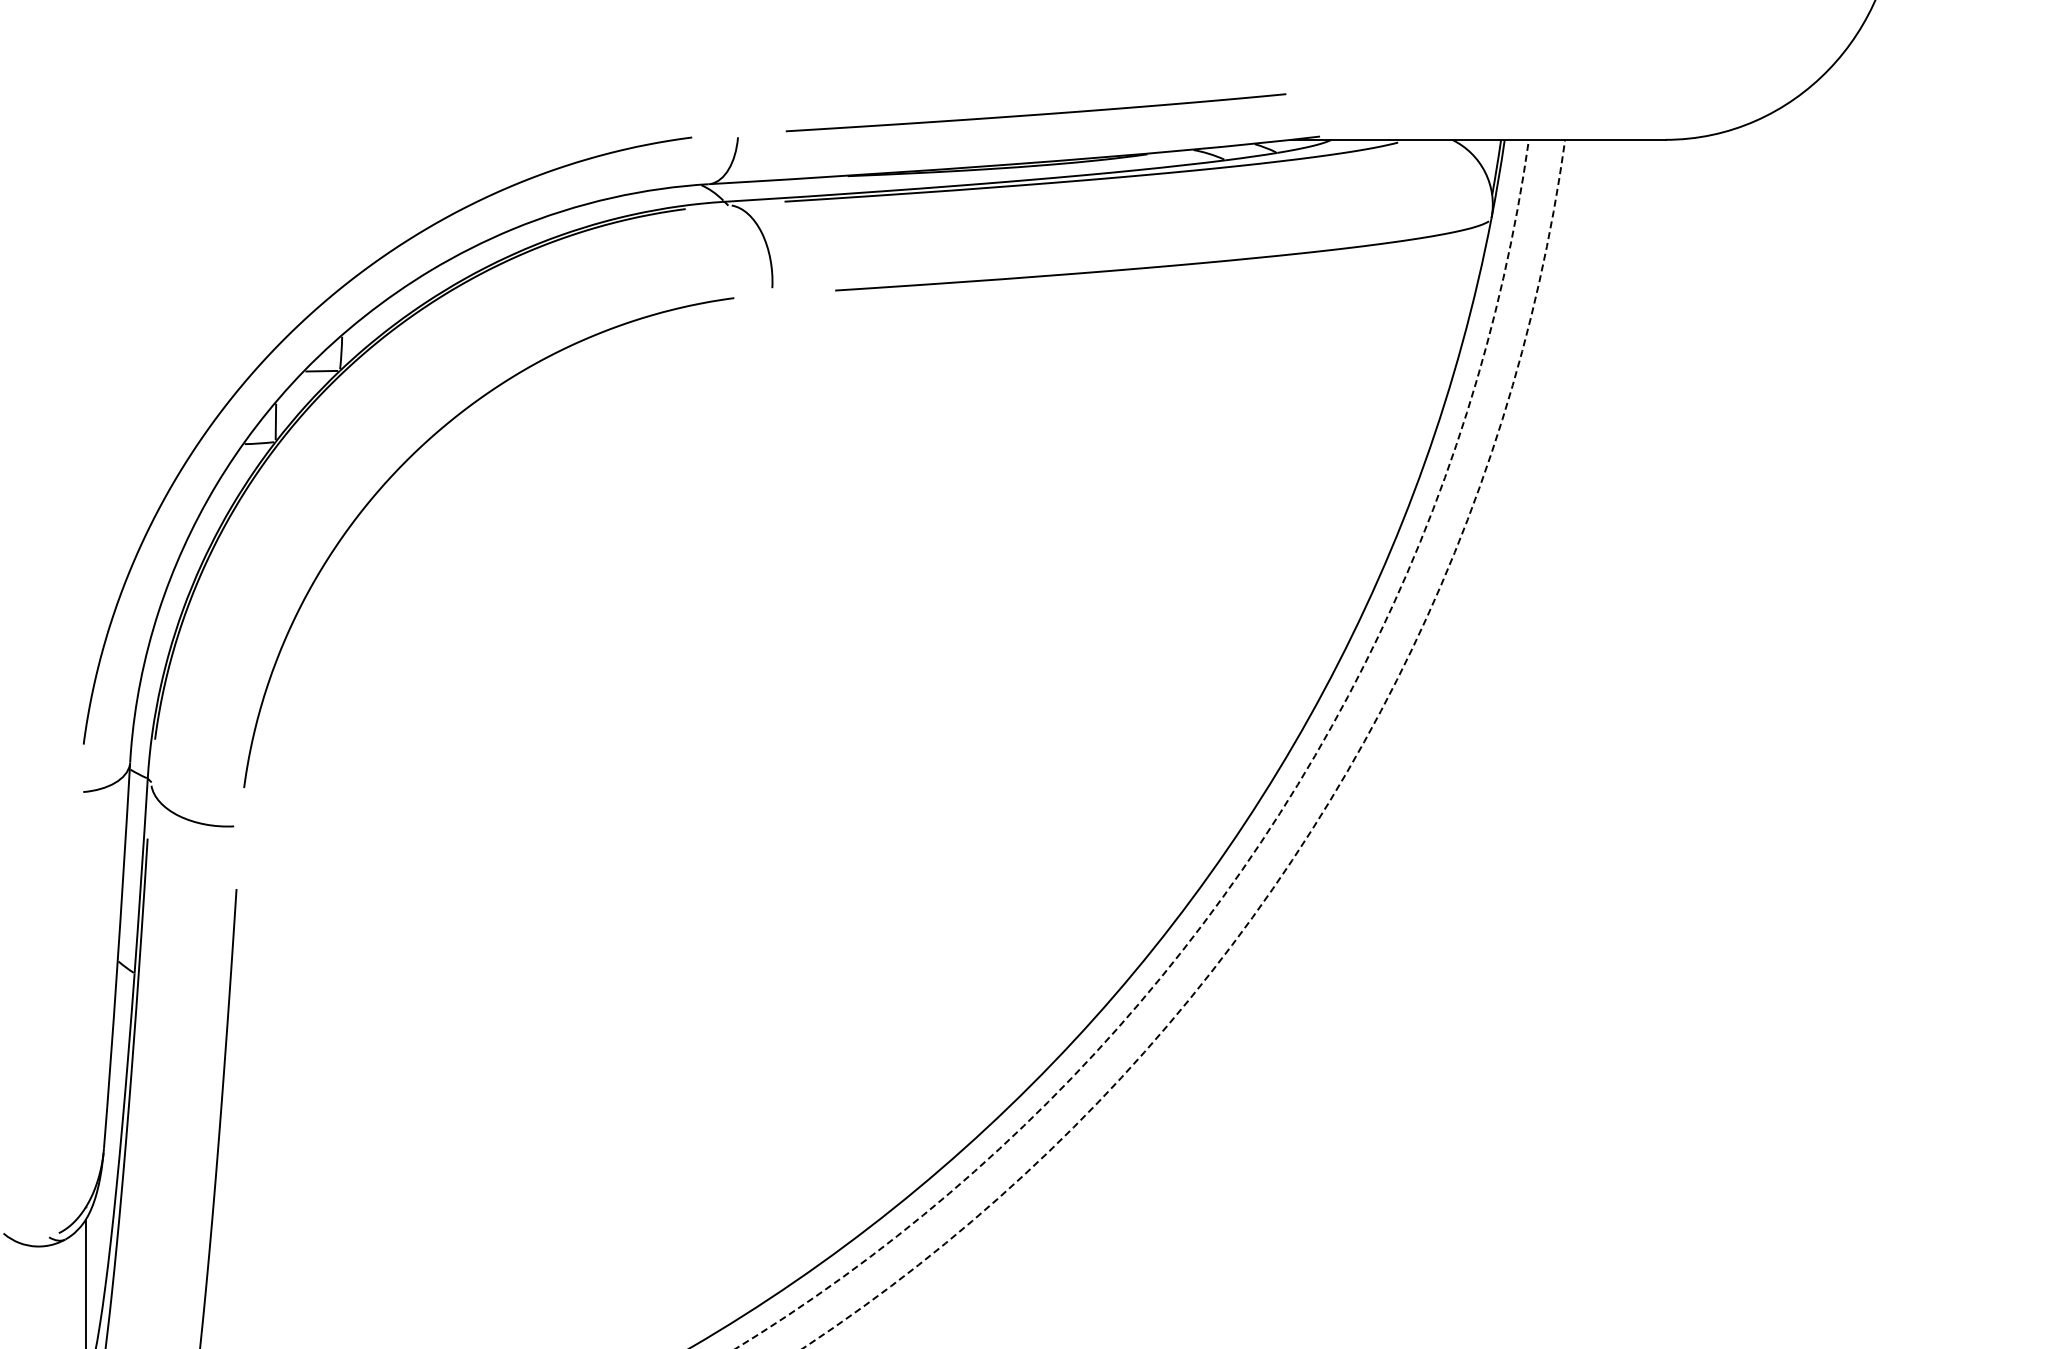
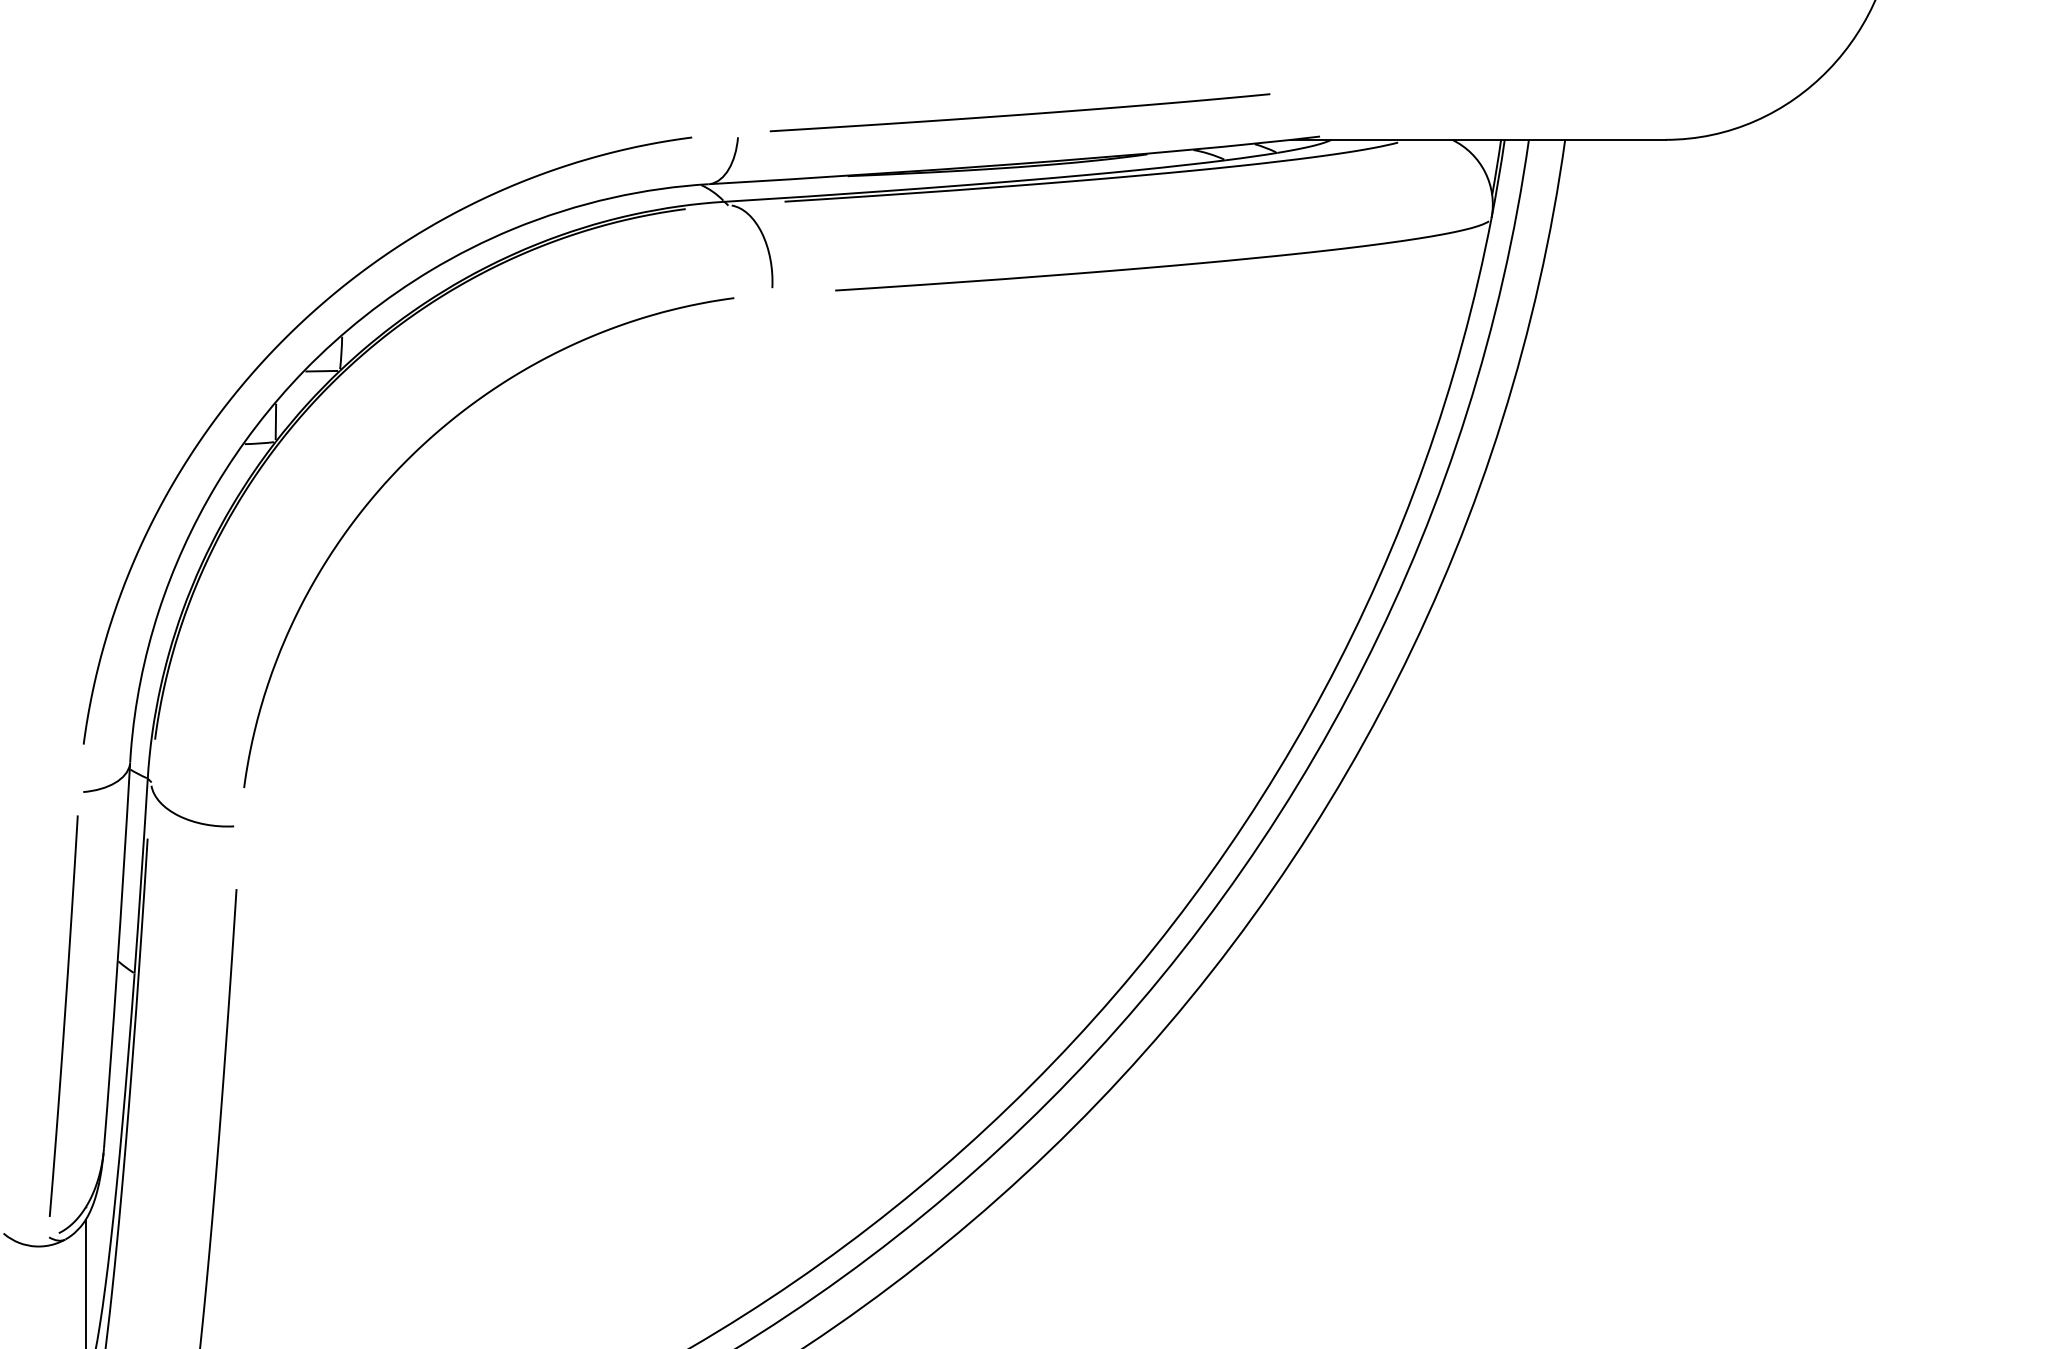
curve at (1036, 113) position: (1036, 113) -> (1020, 113)
arc at (1313, 827): dashed -> solid
arc at (1268, 831): dashed -> solid
curve at (64, 1015): none -> present
